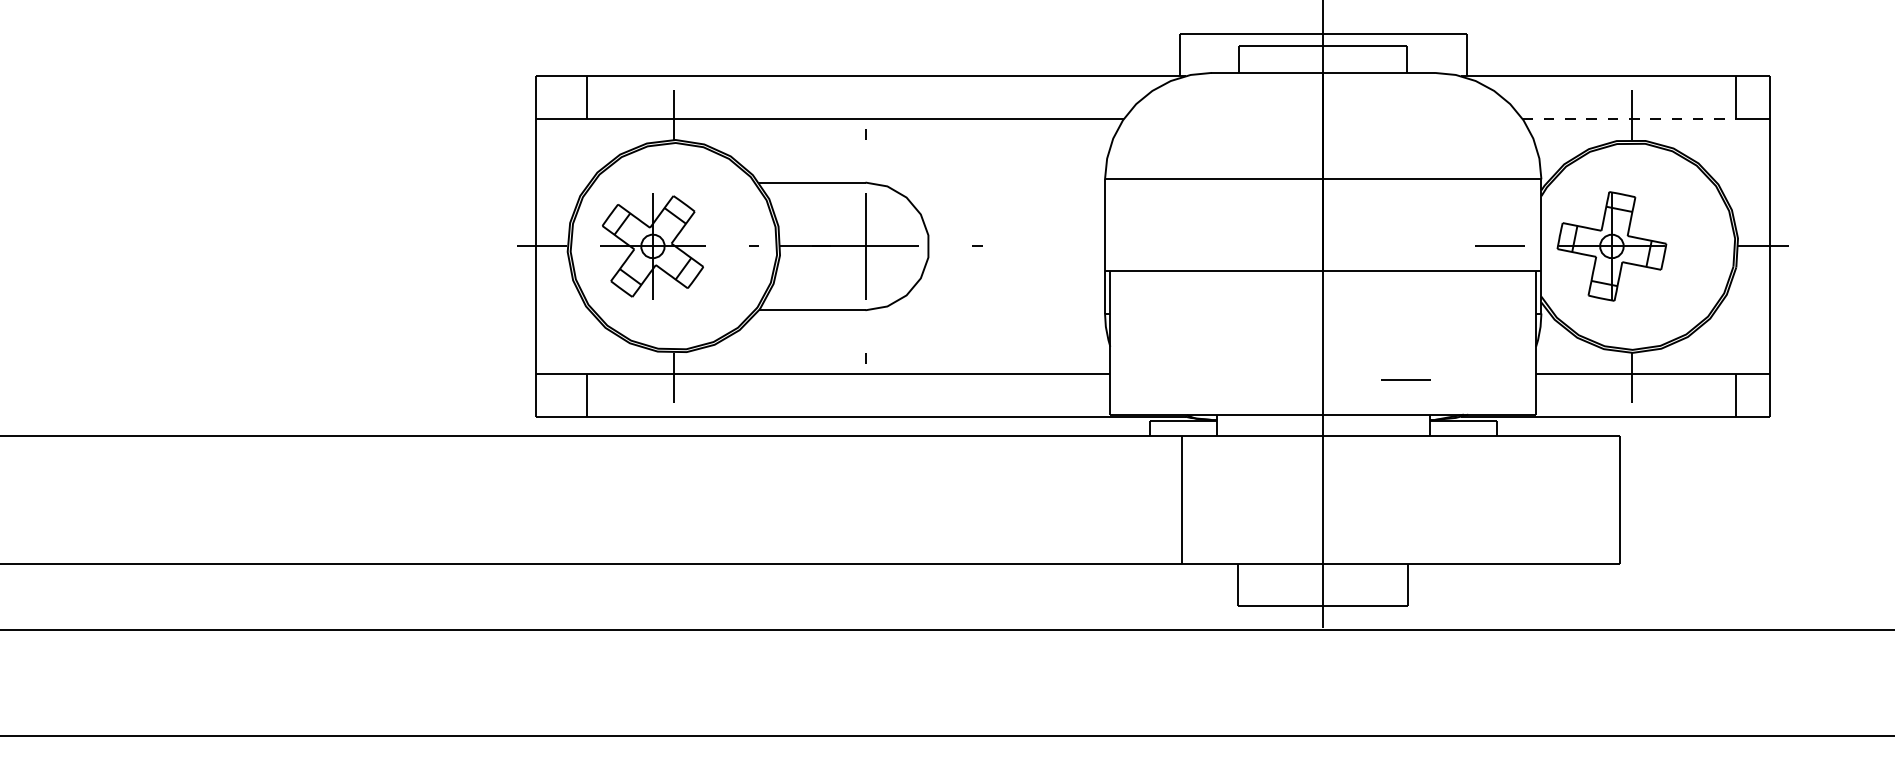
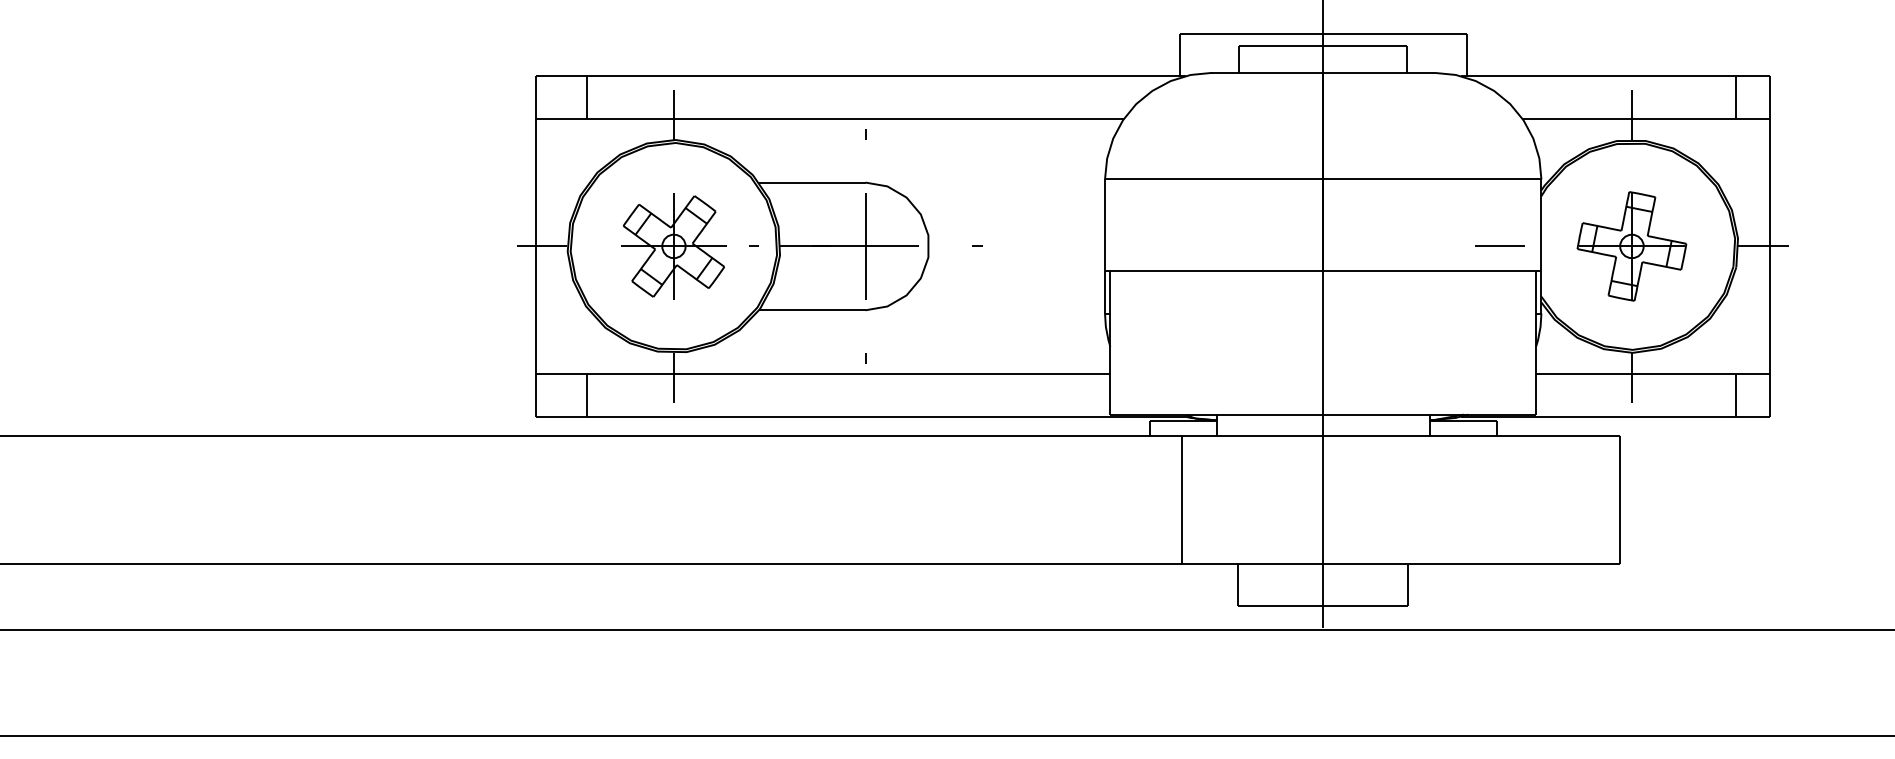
line at (1629, 118): dashed -> solid
part at (652, 246) position: (652, 246) -> (673, 246)
part at (1611, 246) position: (1611, 246) -> (1631, 246)
line at (1405, 379): present -> none
